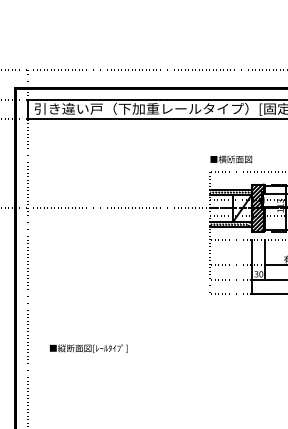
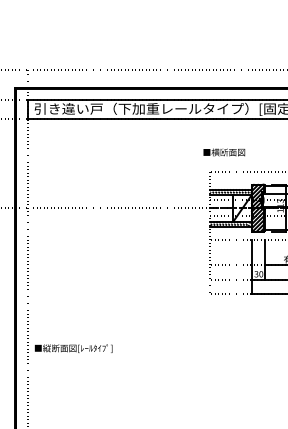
text at (231, 159) position: (231, 159) -> (224, 152)
text at (88, 348) position: (88, 348) -> (73, 348)
